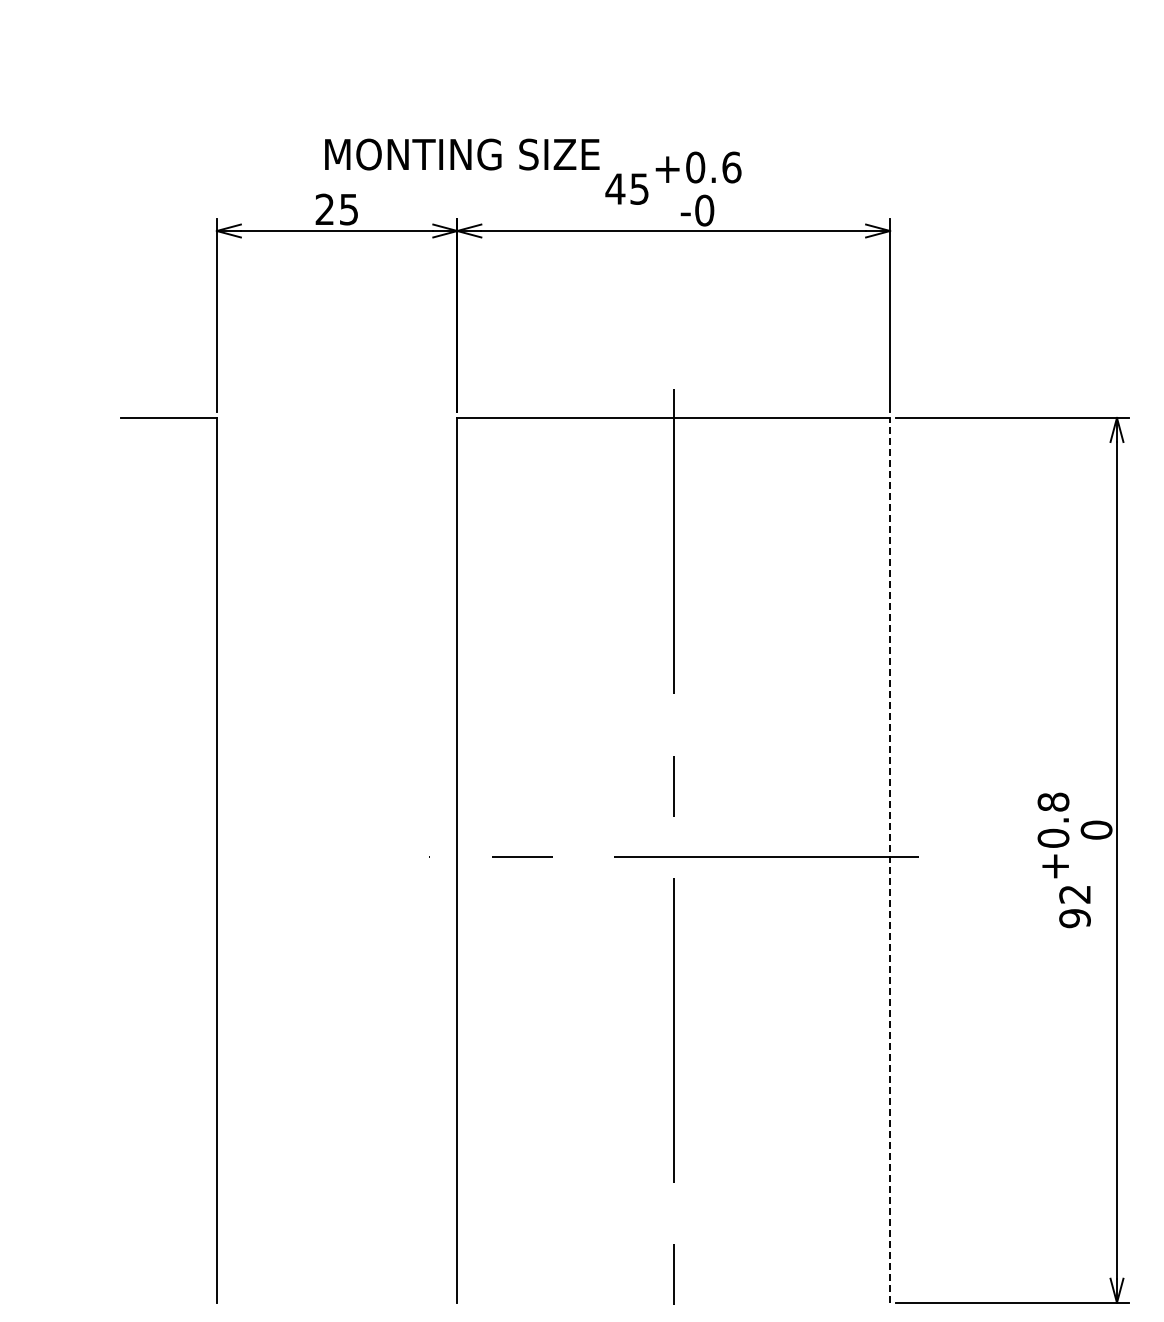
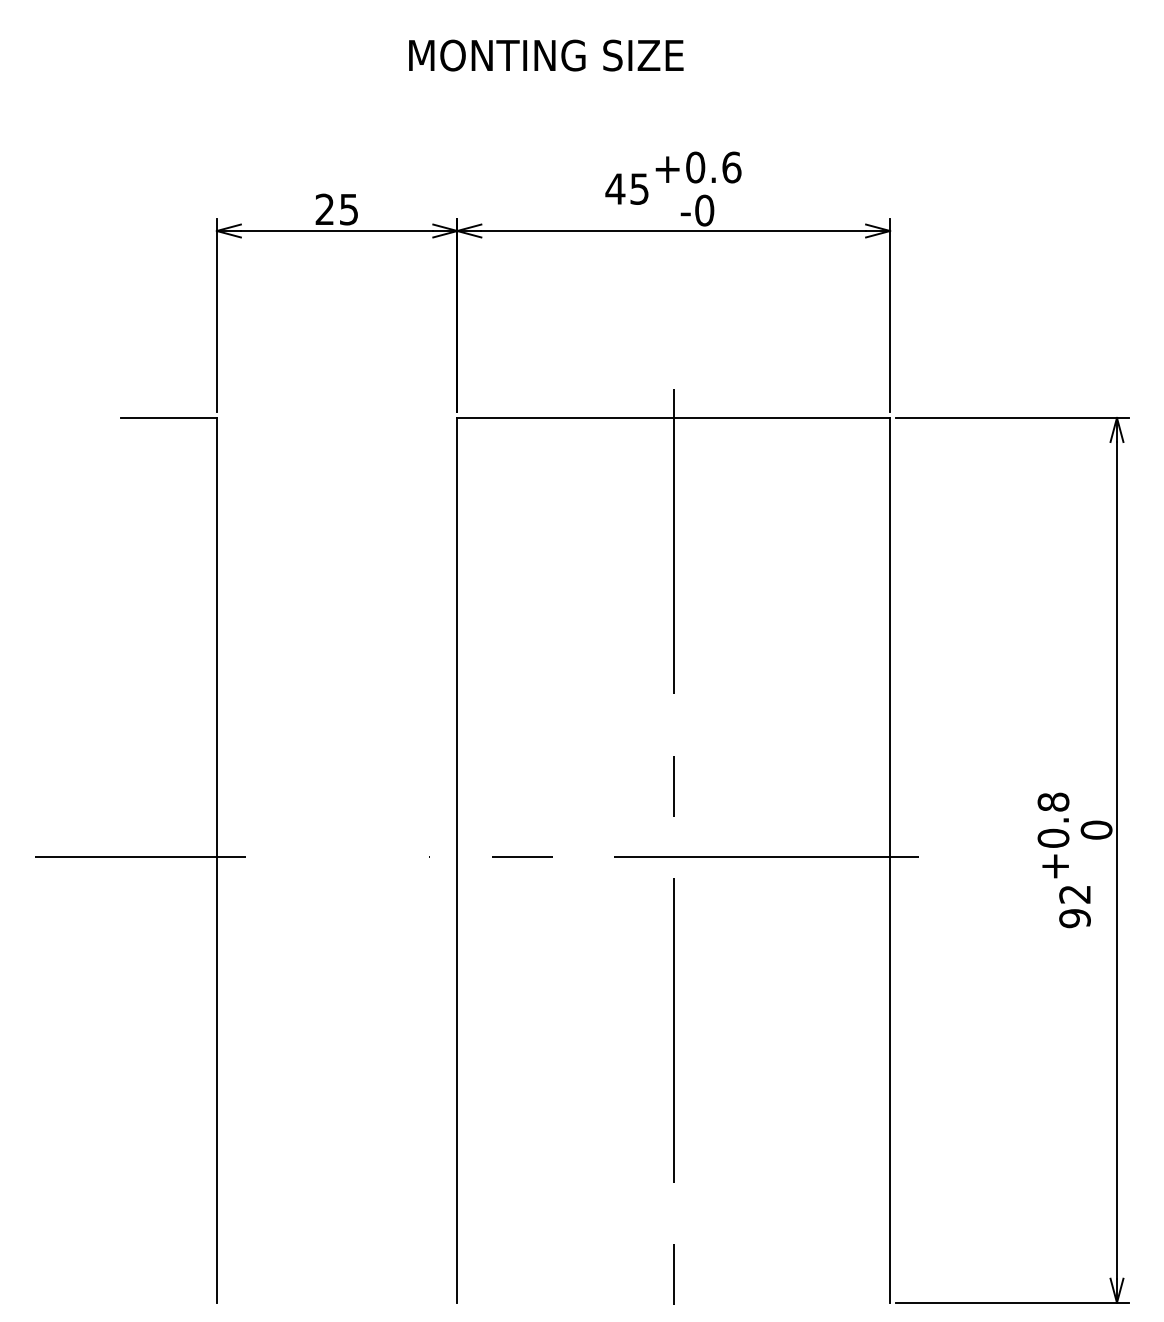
text at (462, 154) position: (462, 154) -> (546, 55)
line at (139, 857): none -> present
line at (890, 859): dashed -> solid
